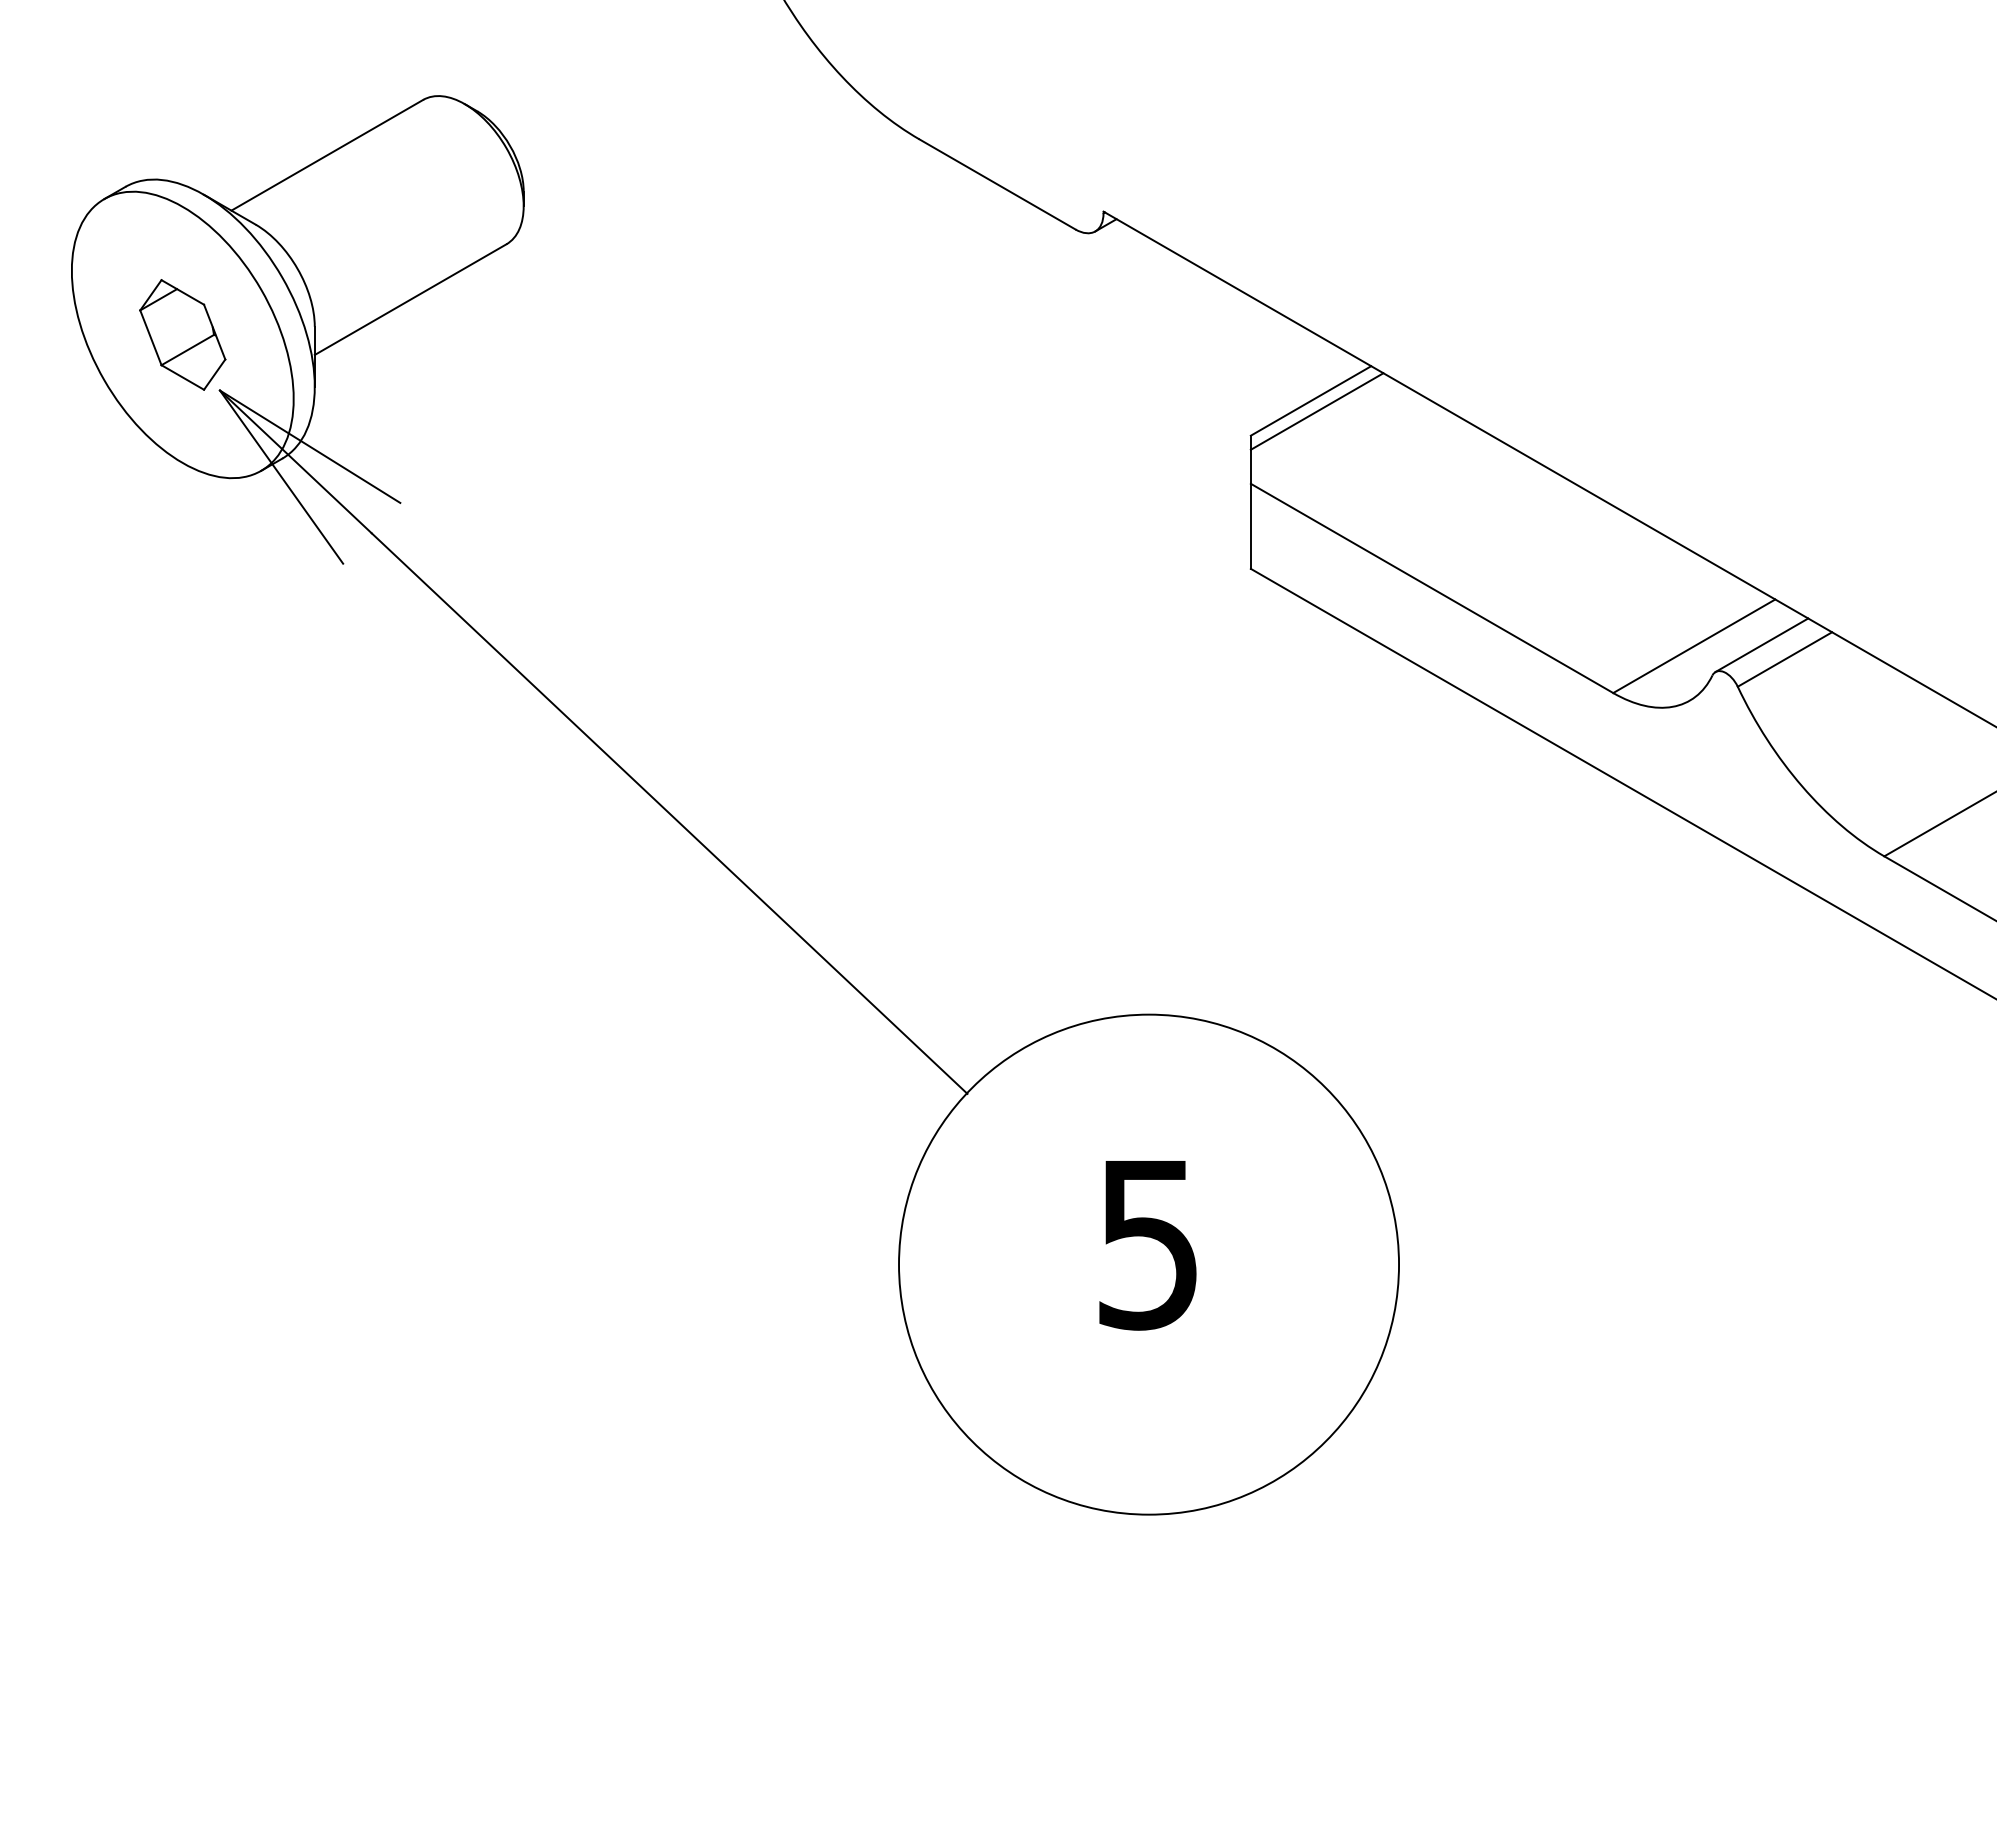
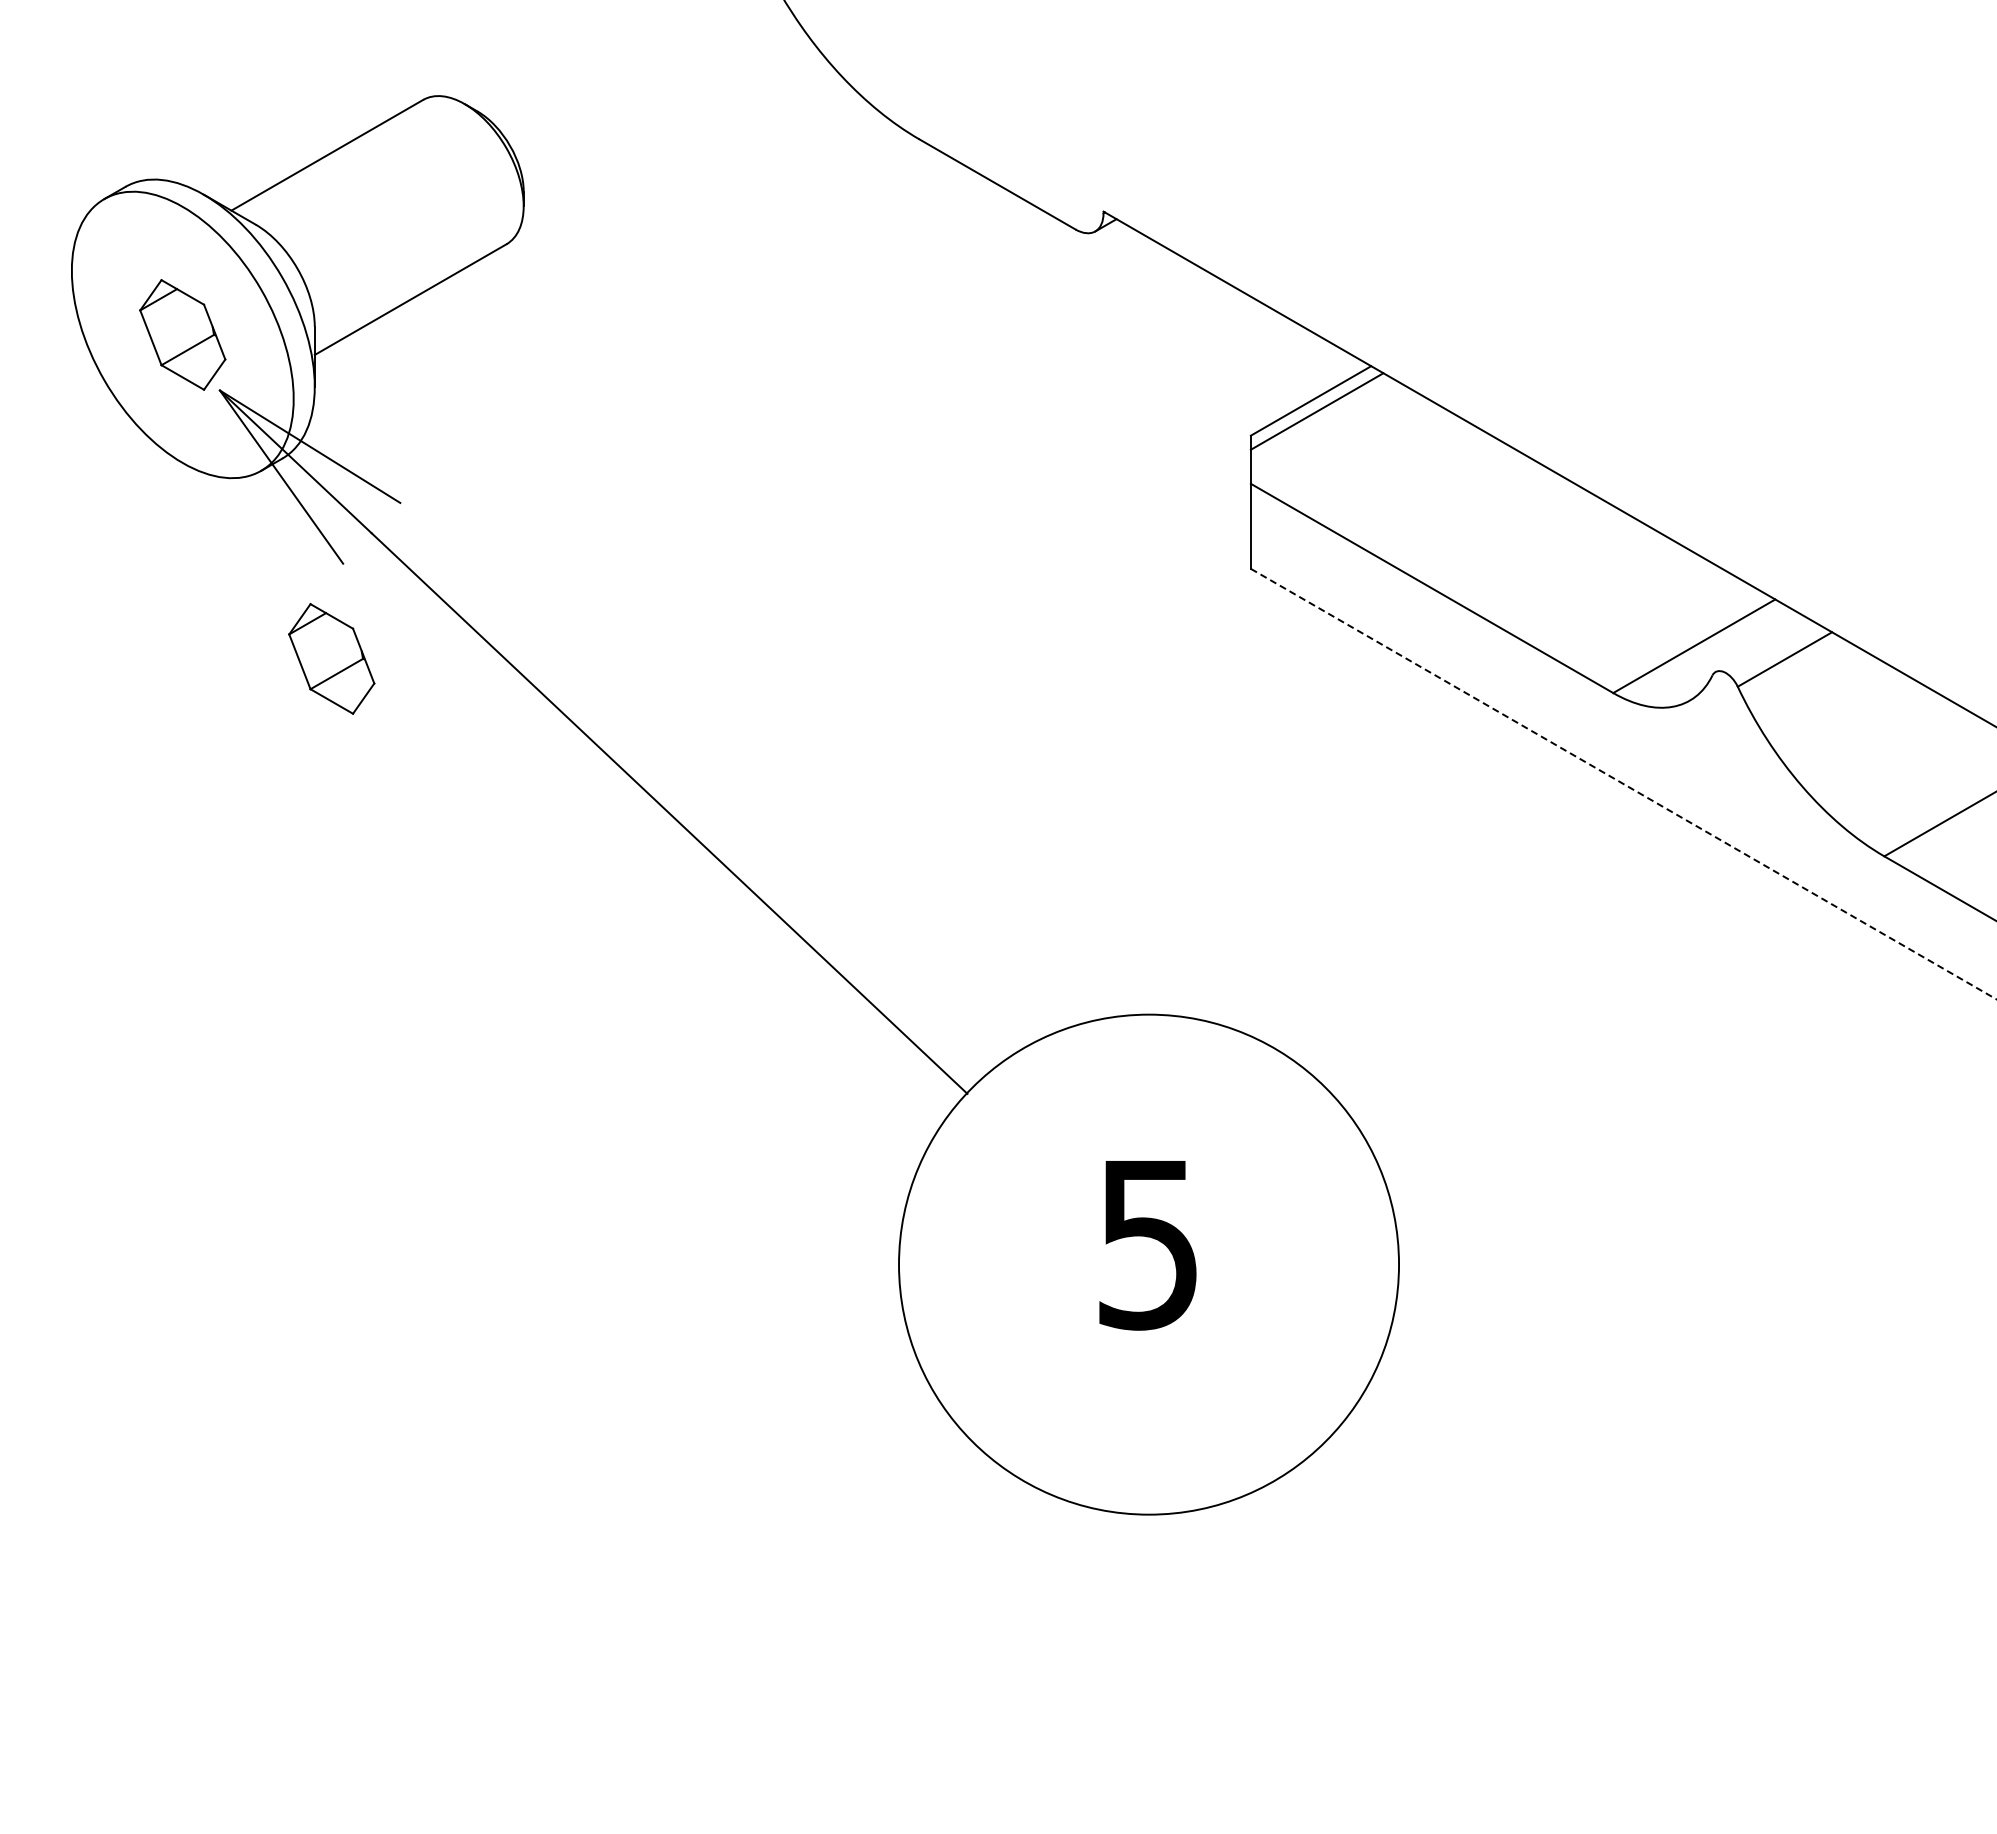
line at (1761, 645): present -> none
part at (331, 658): none -> present
line at (1623, 784): solid -> dashed
